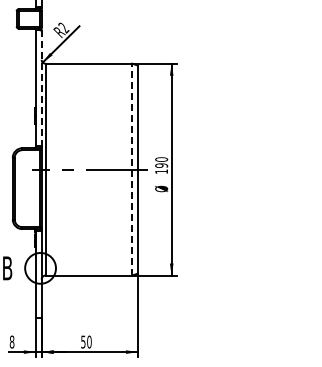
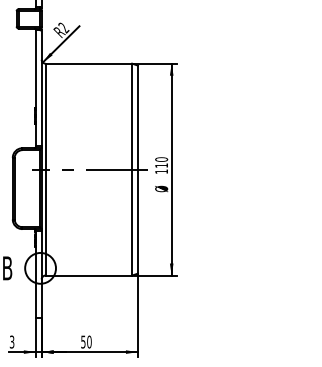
line at (41, 88): dashed -> solid
text at (161, 165): 190 -> 110
line at (132, 169): dashed -> solid
text at (11, 341): 8 -> 3
